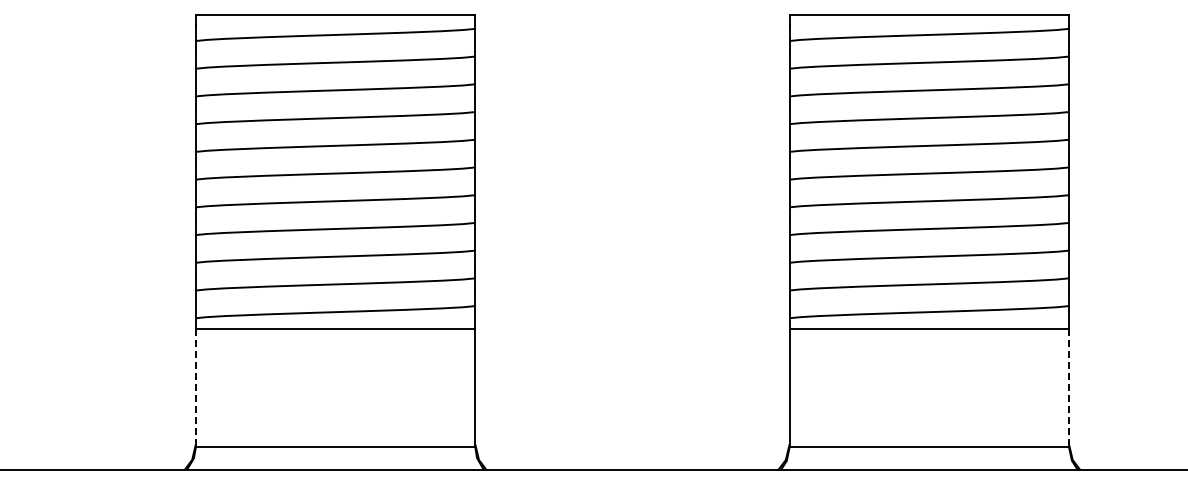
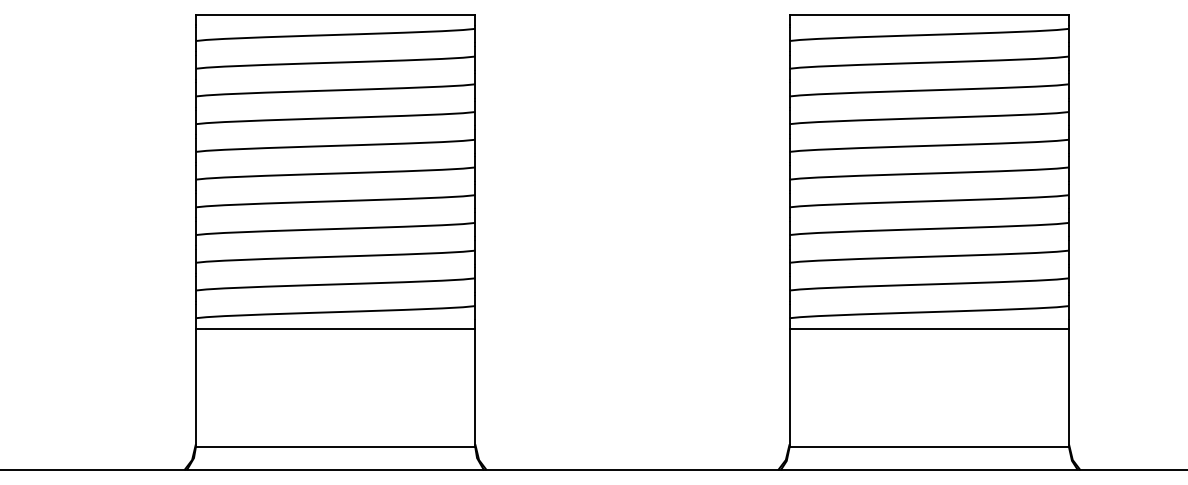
line at (195, 387): dashed -> solid
line at (1069, 387): dashed -> solid
